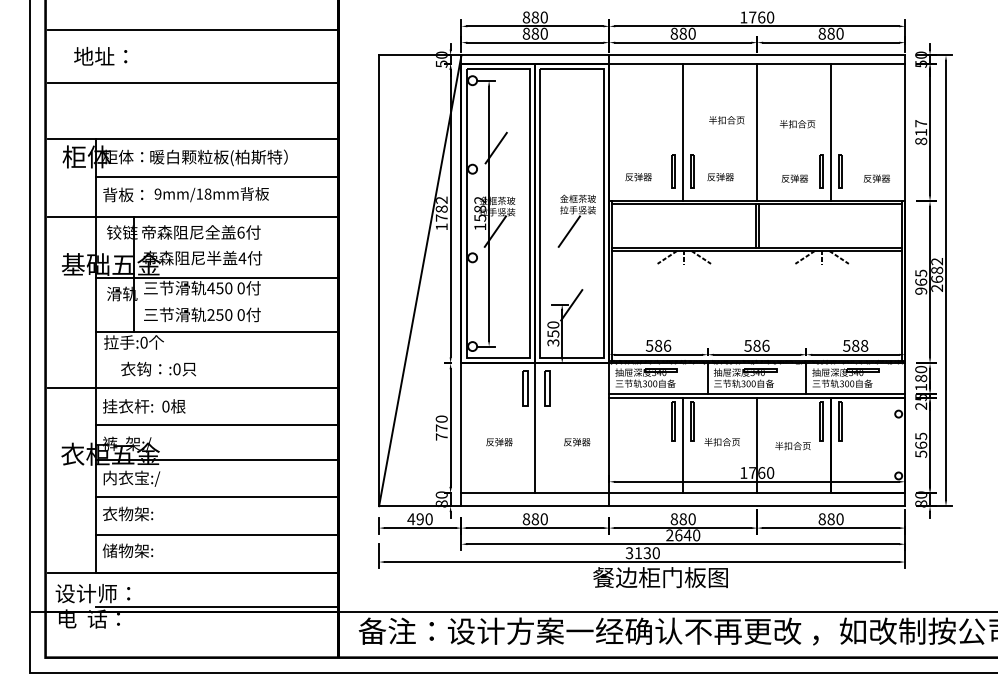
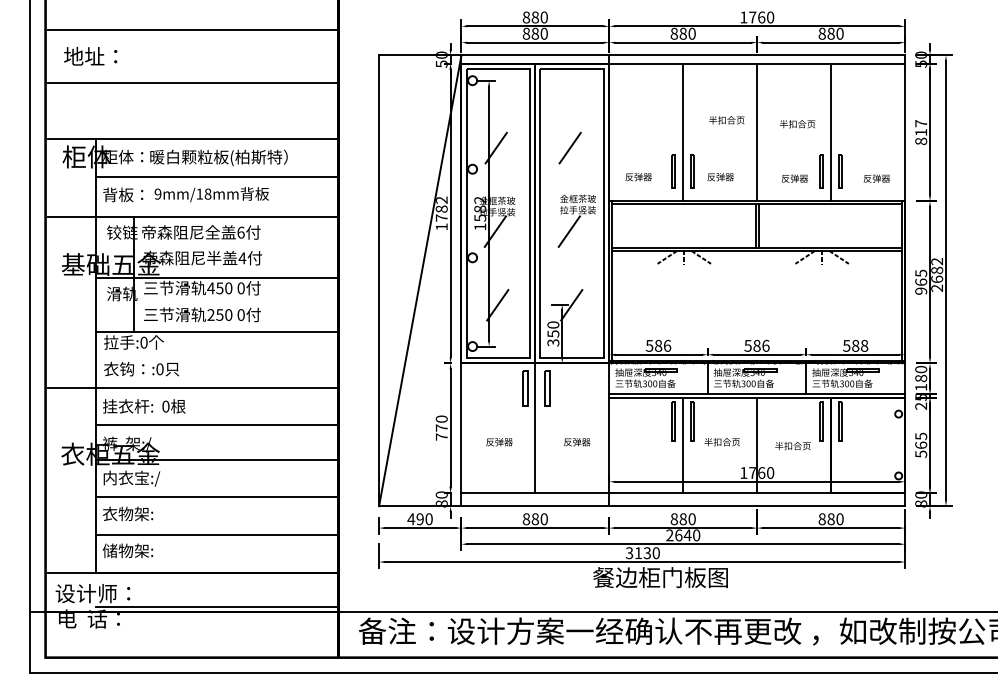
text at (100, 55) position: (100, 55) -> (90, 55)
line at (569, 147): none -> present
line at (497, 305): none -> present
text at (158, 368) position: (158, 368) -> (141, 368)
